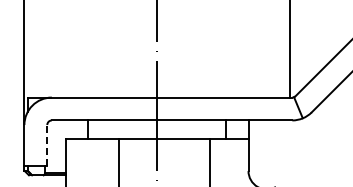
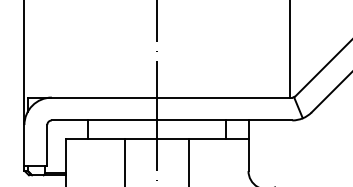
line at (47, 145): dashed -> solid
line at (119, 160) position: (119, 160) -> (125, 160)
line at (210, 160) position: (210, 160) -> (189, 160)
